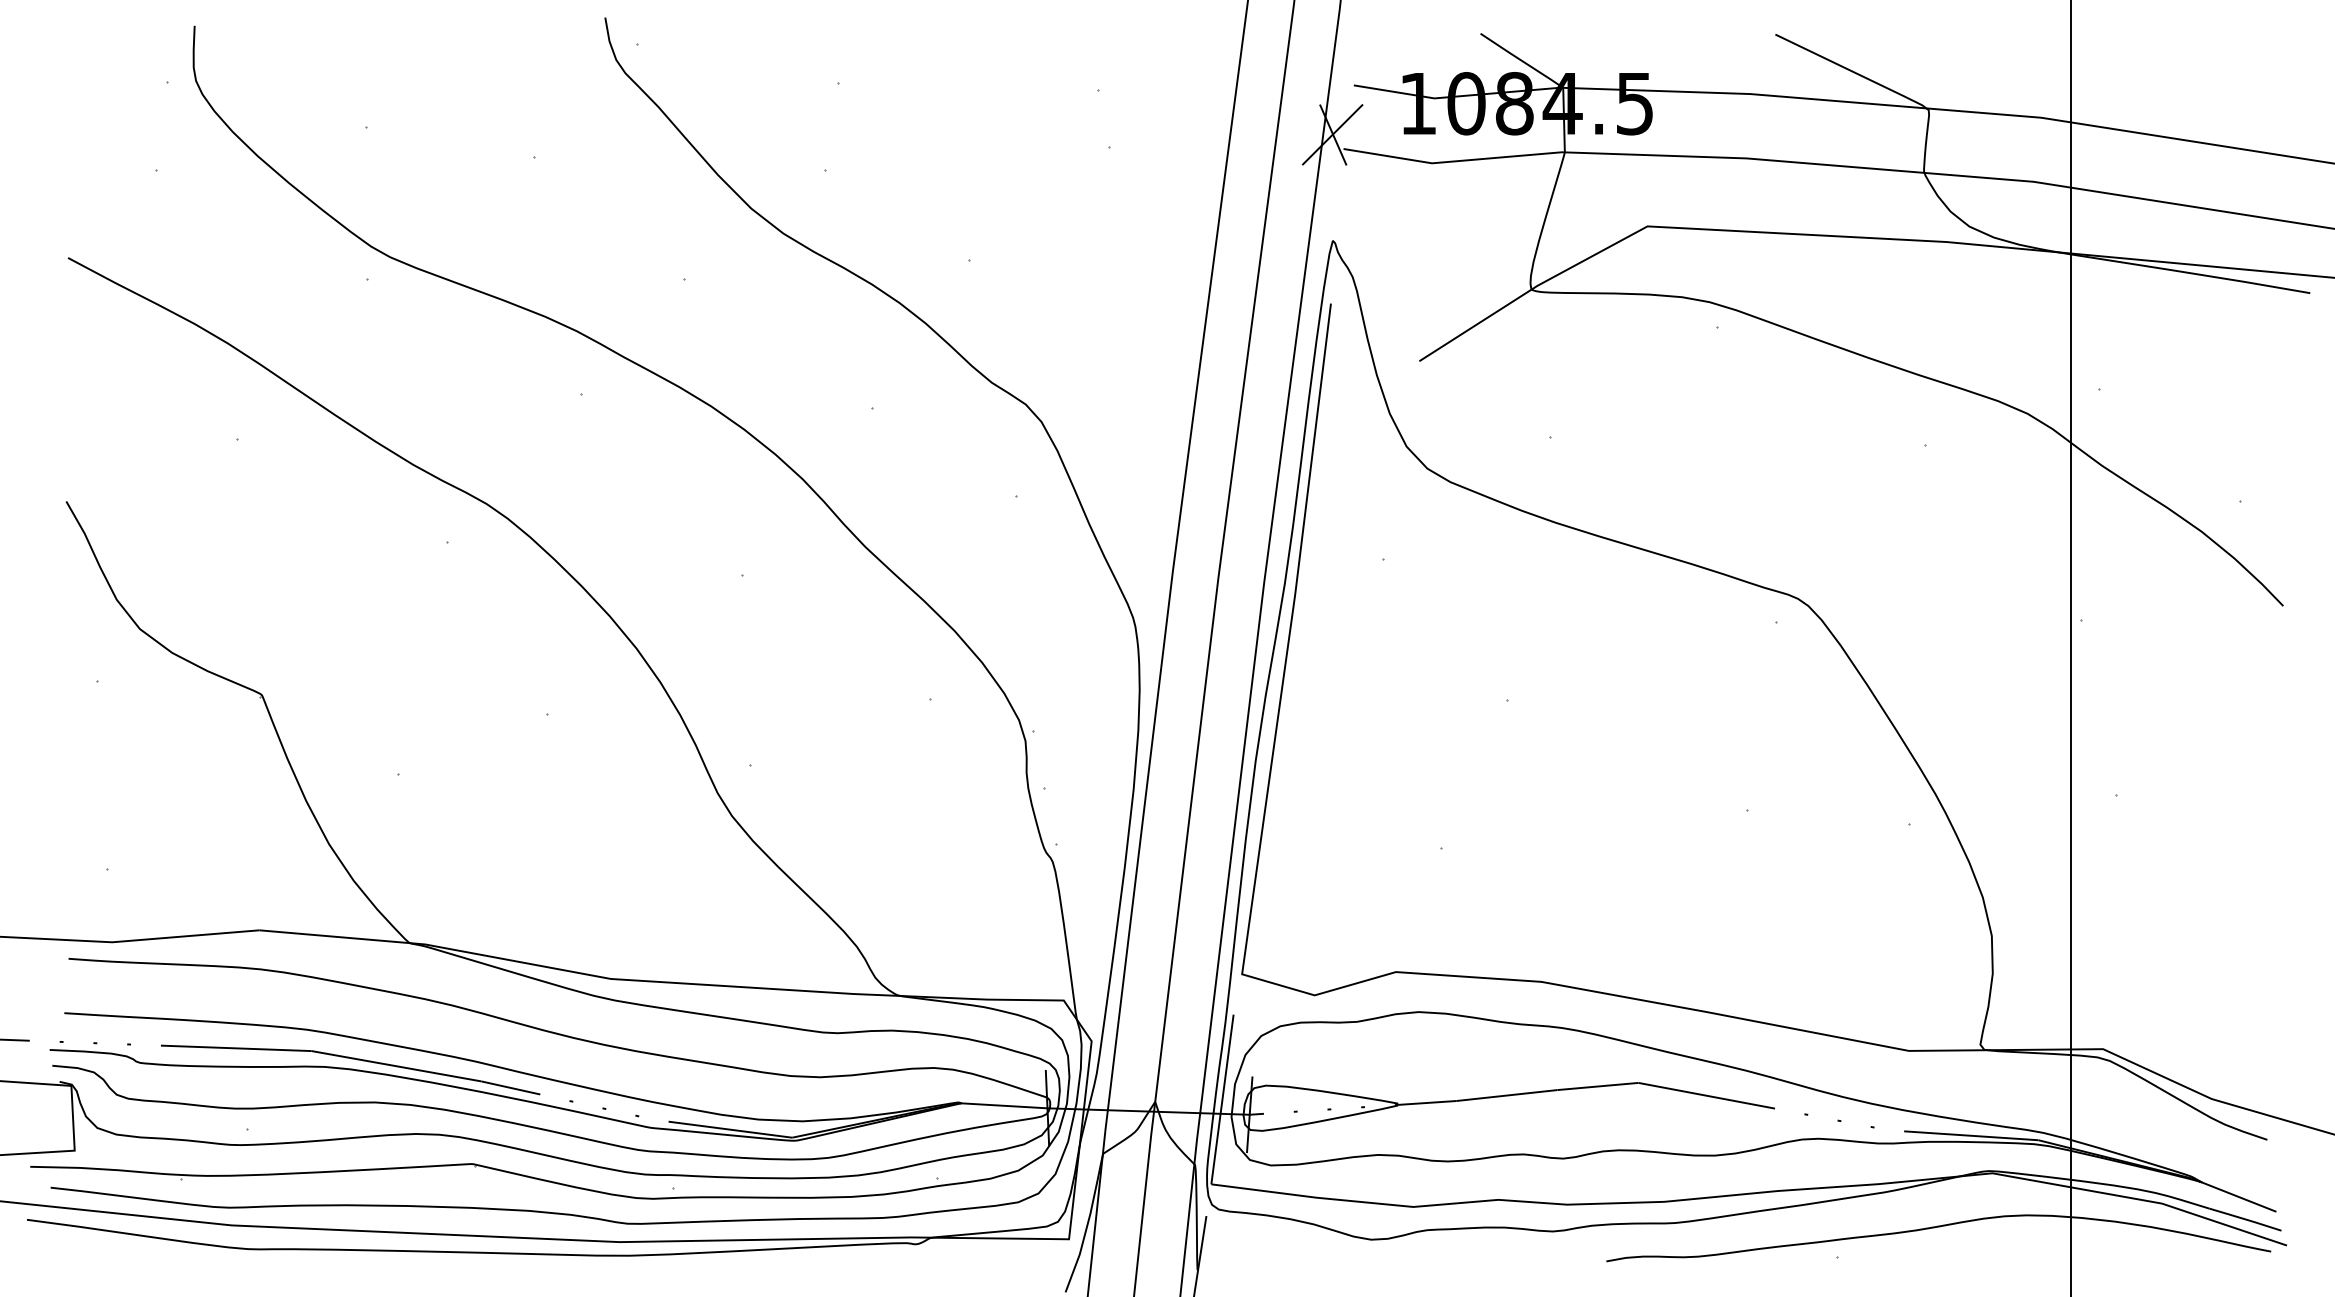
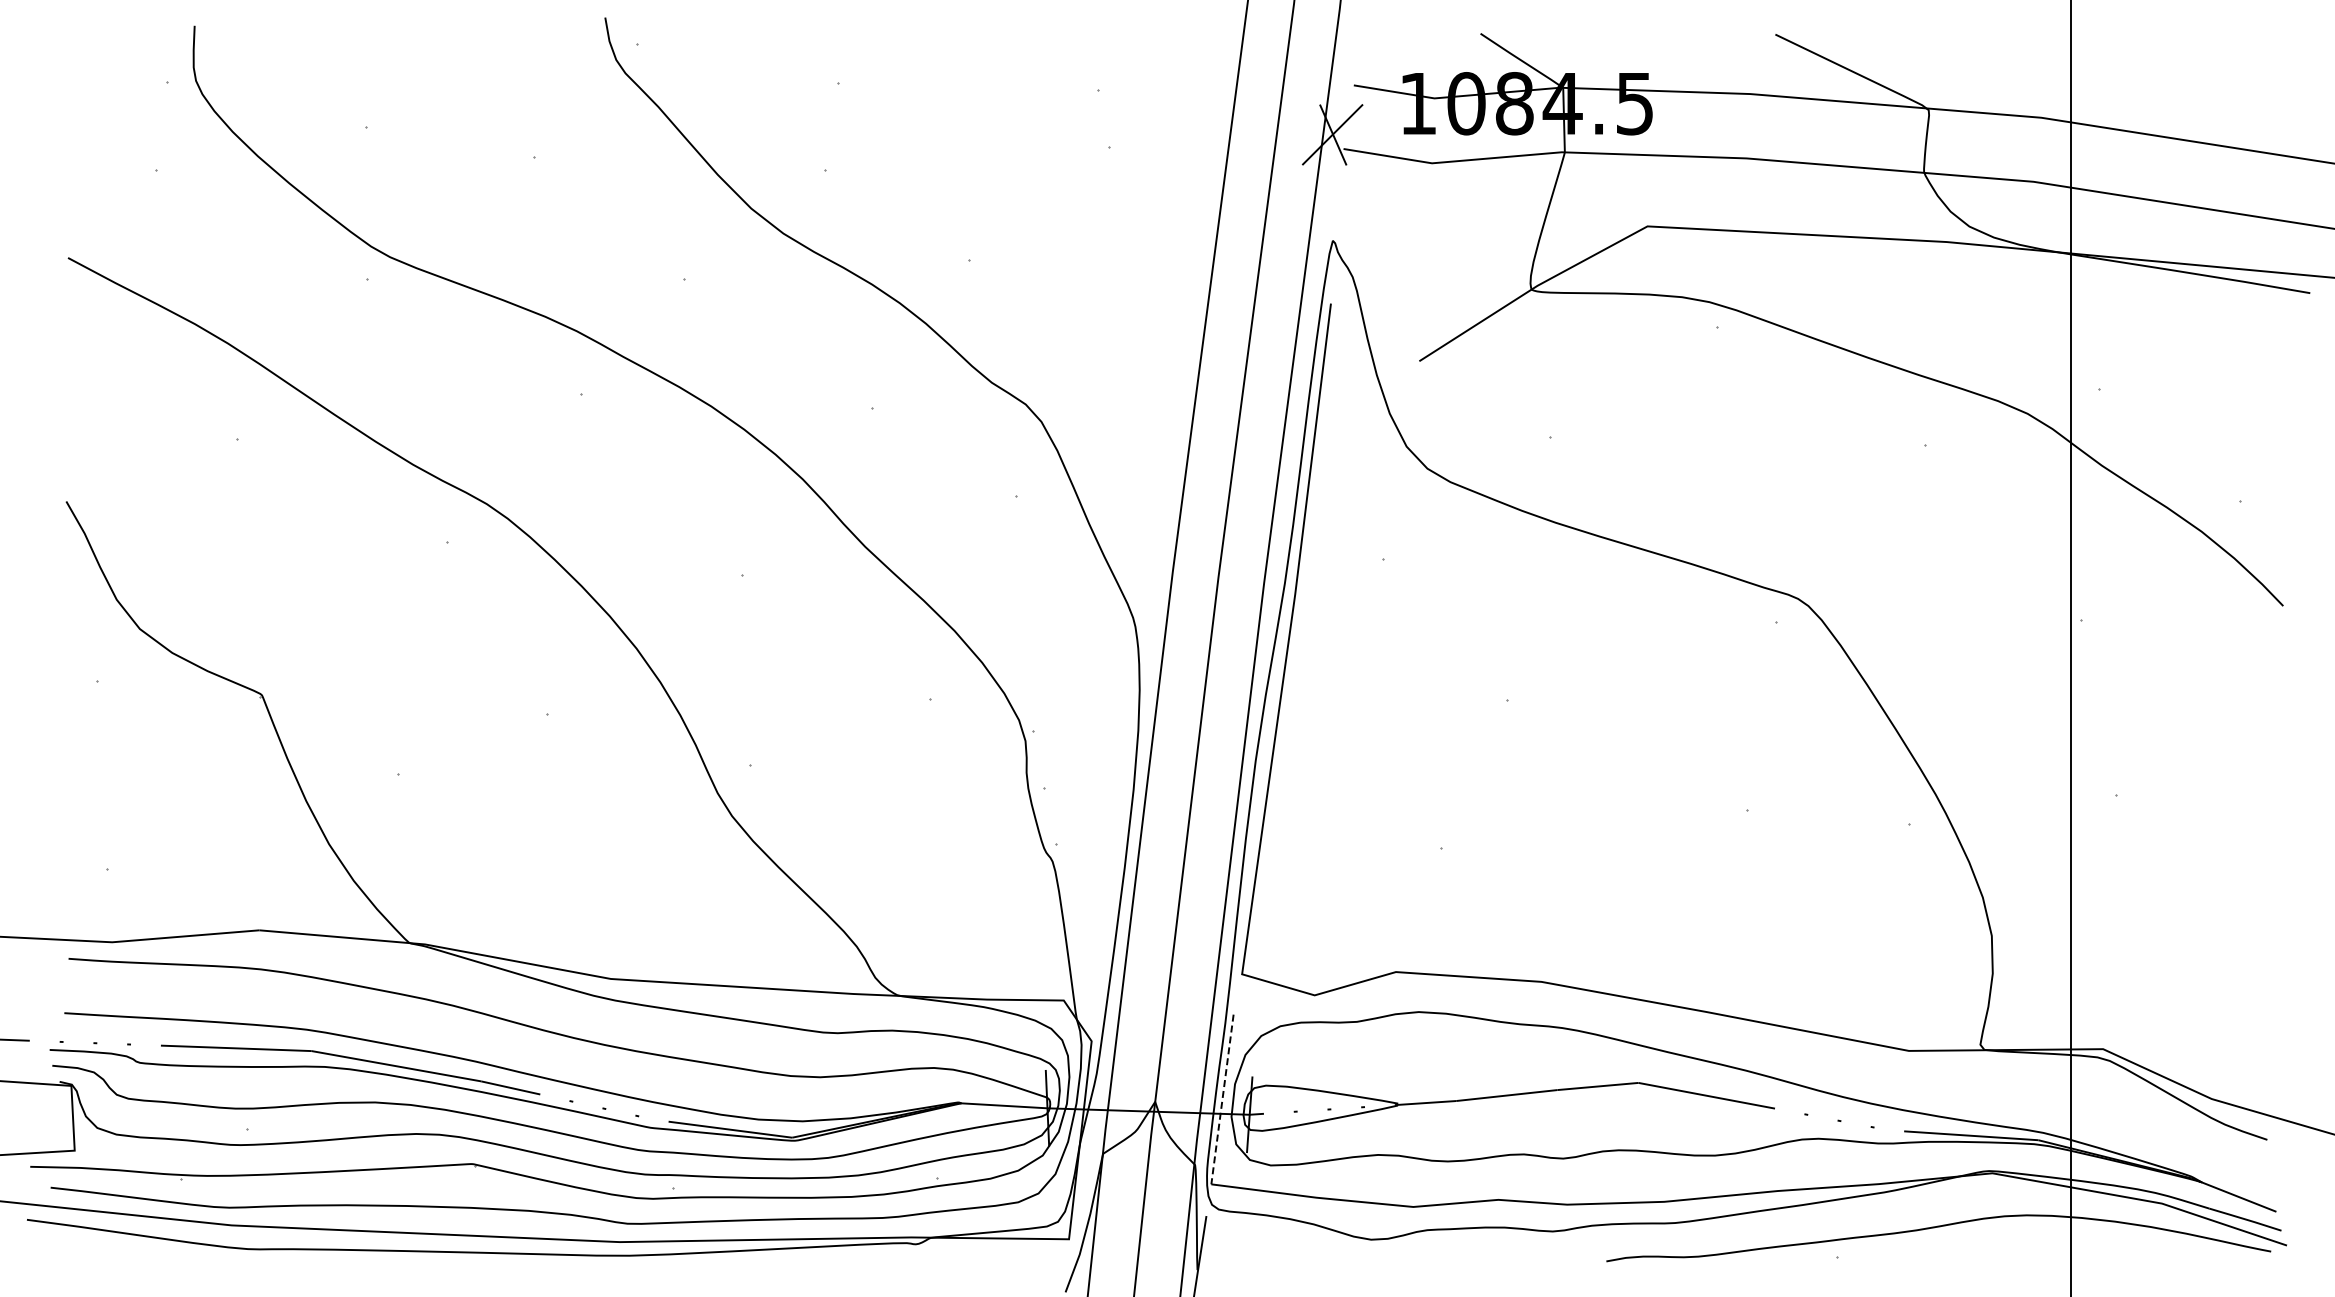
line at (1222, 1099): solid -> dashed
